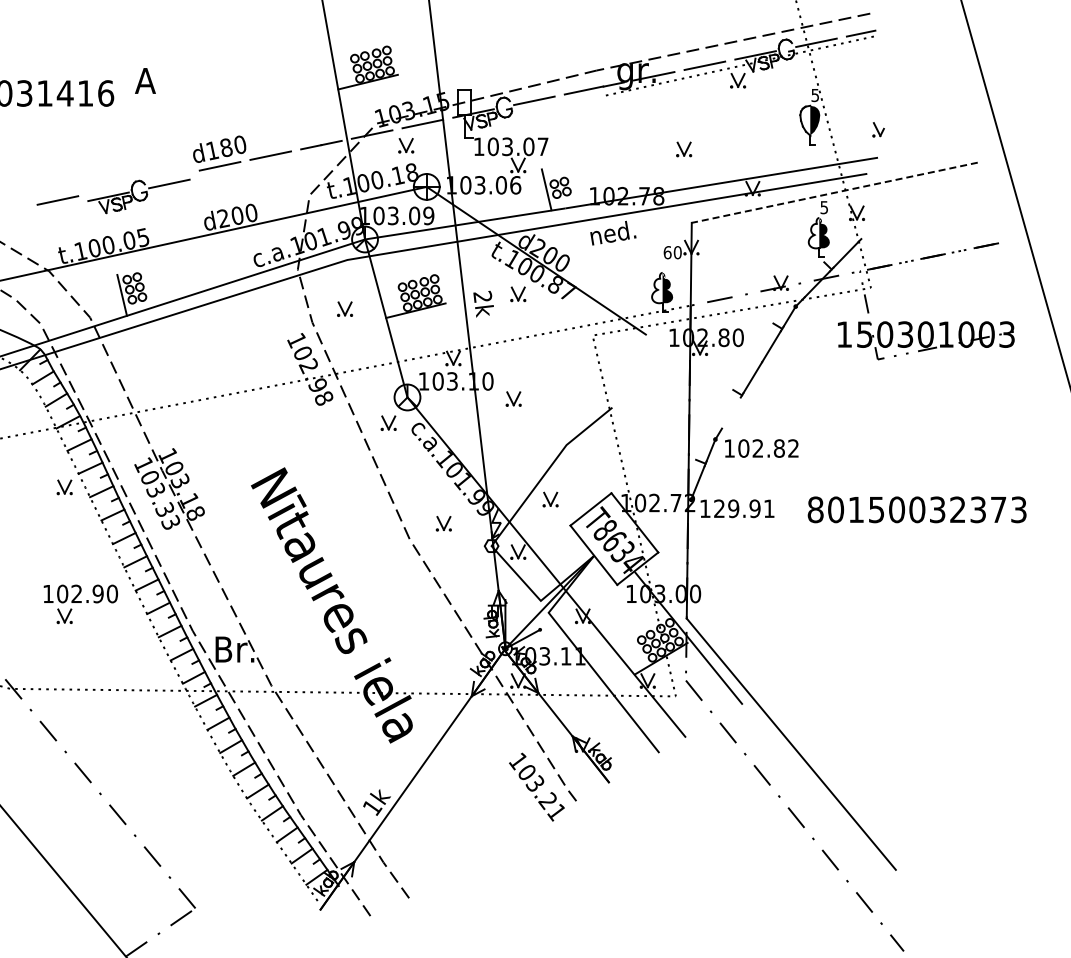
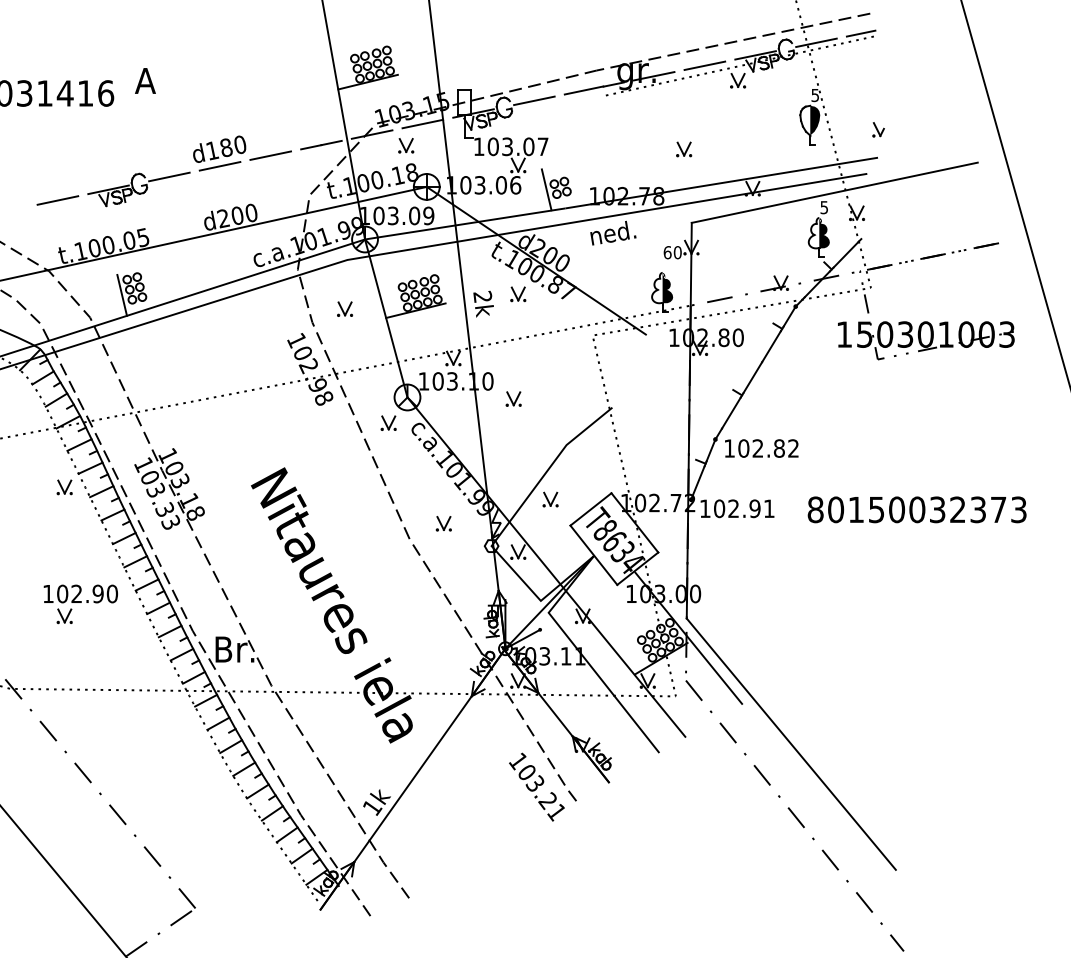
line at (834, 192): dashed -> solid
part at (138, 196) position: (138, 196) -> (138, 189)
line at (731, 412): none -> present
text at (726, 508): 129.91 -> 102.91
